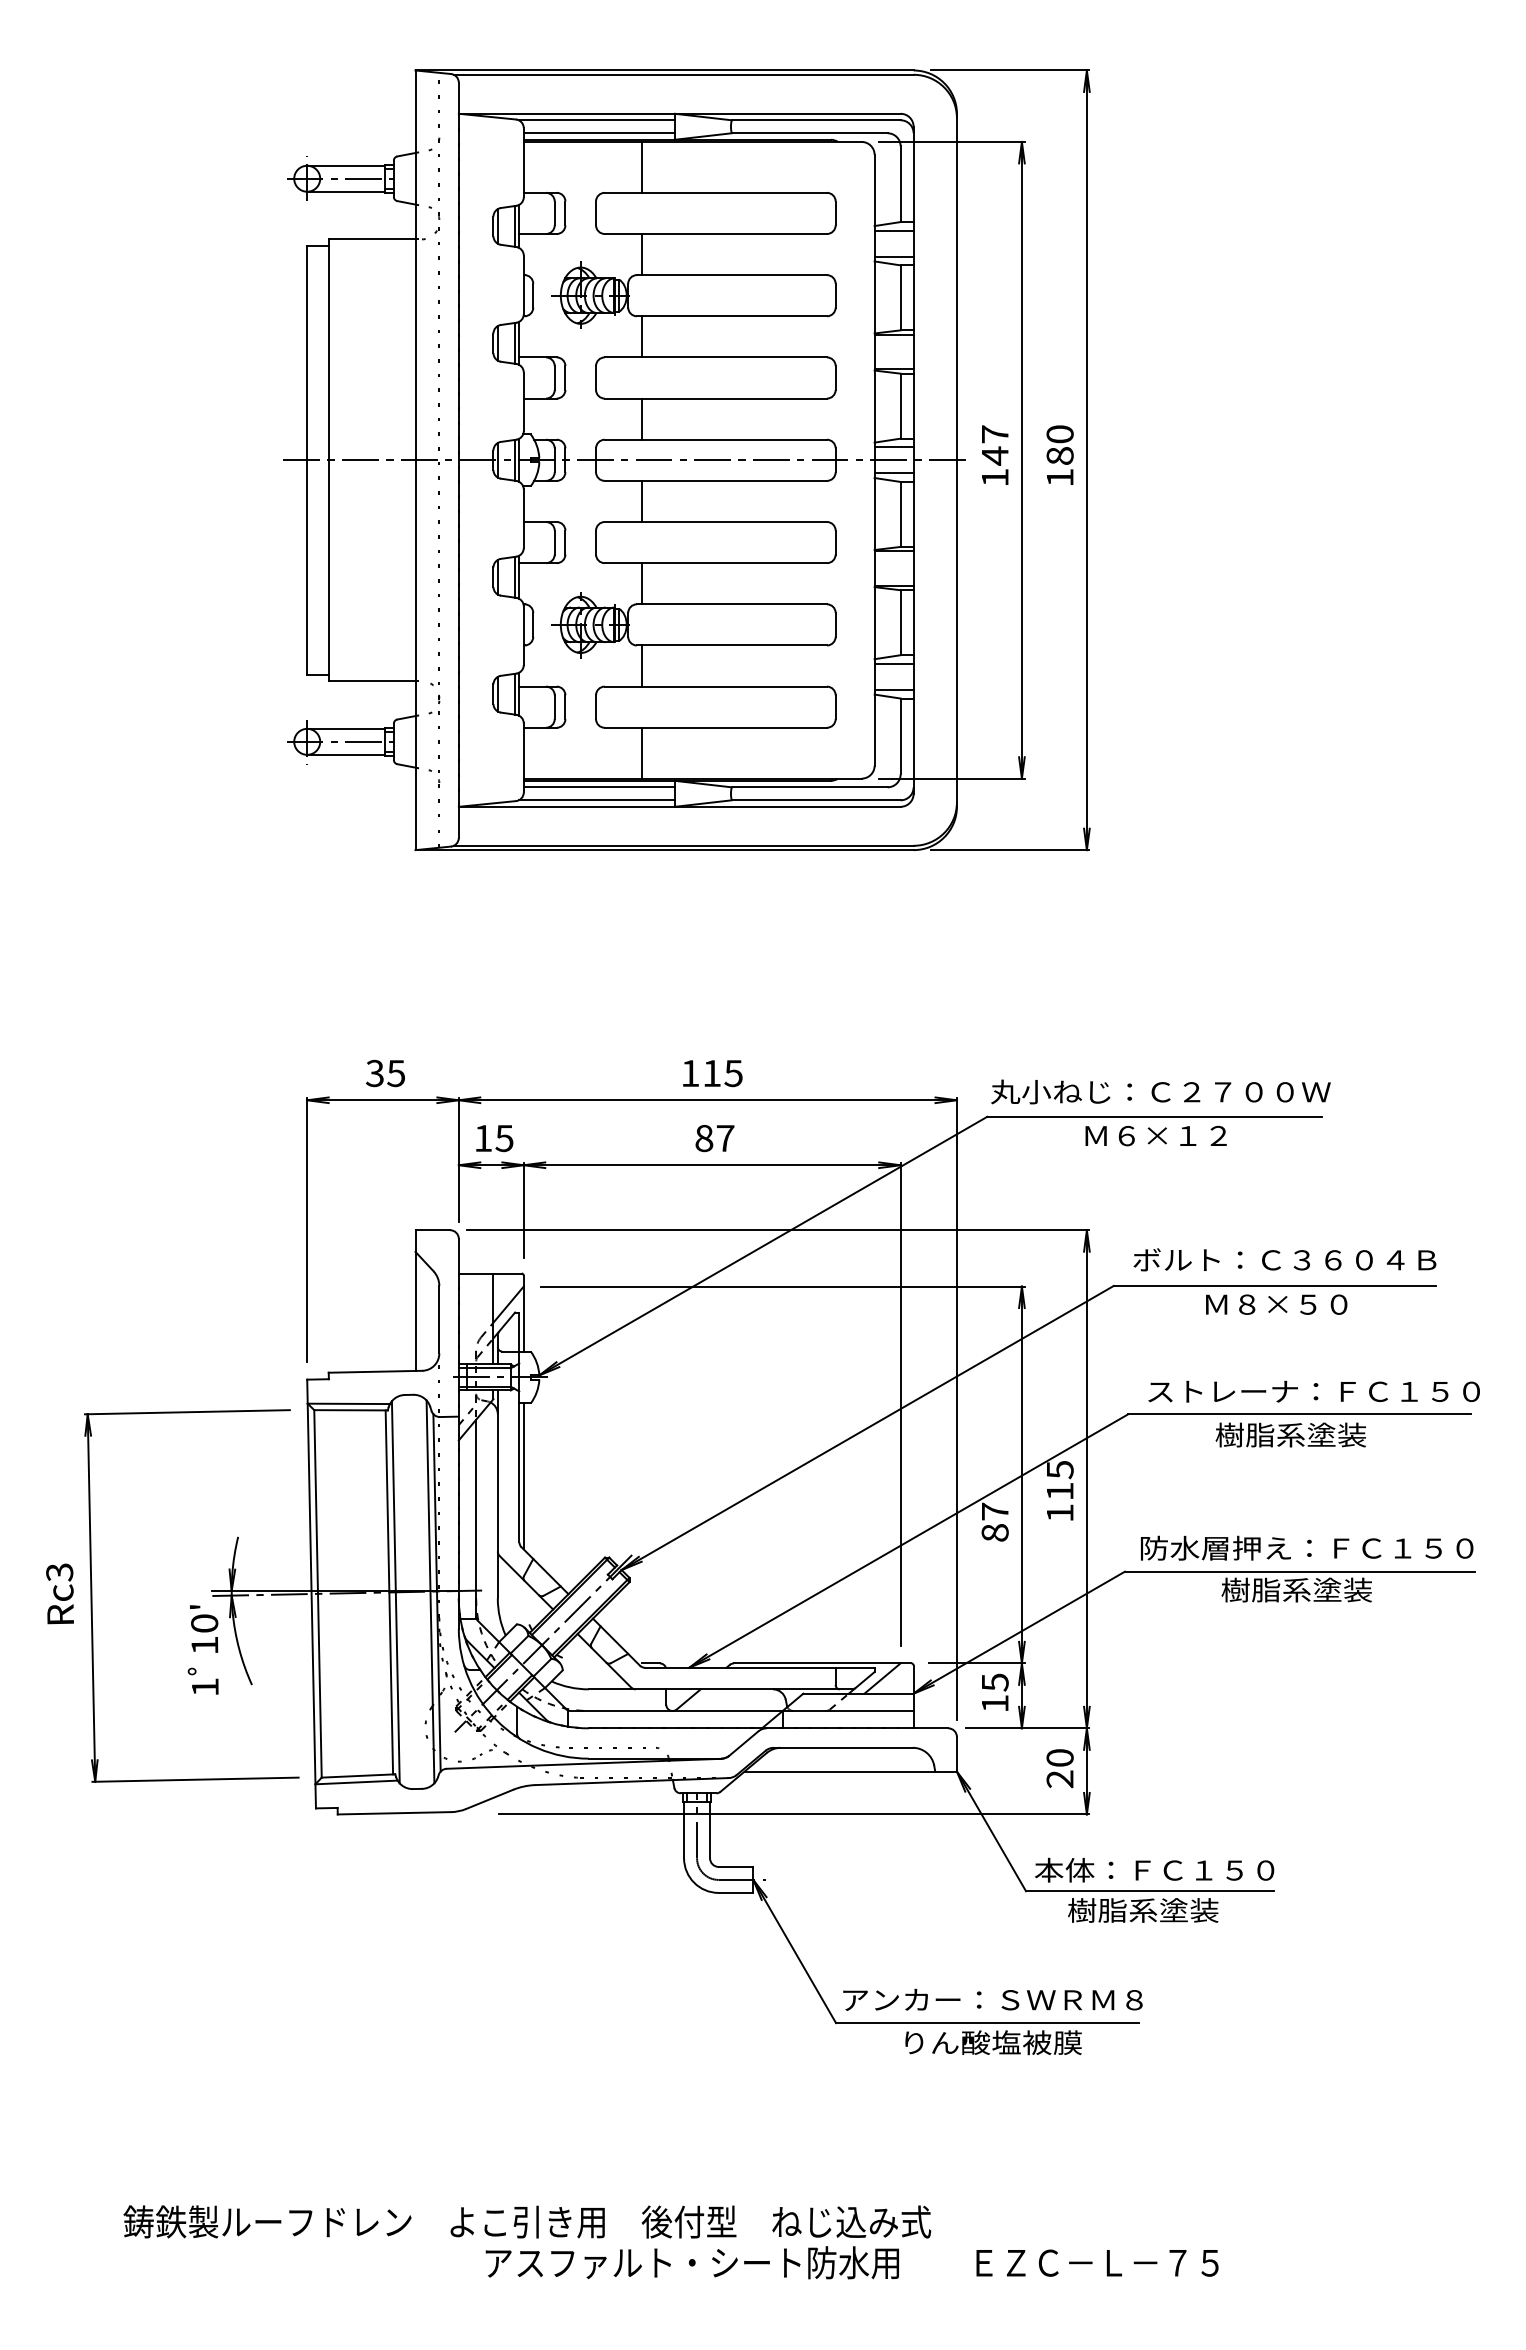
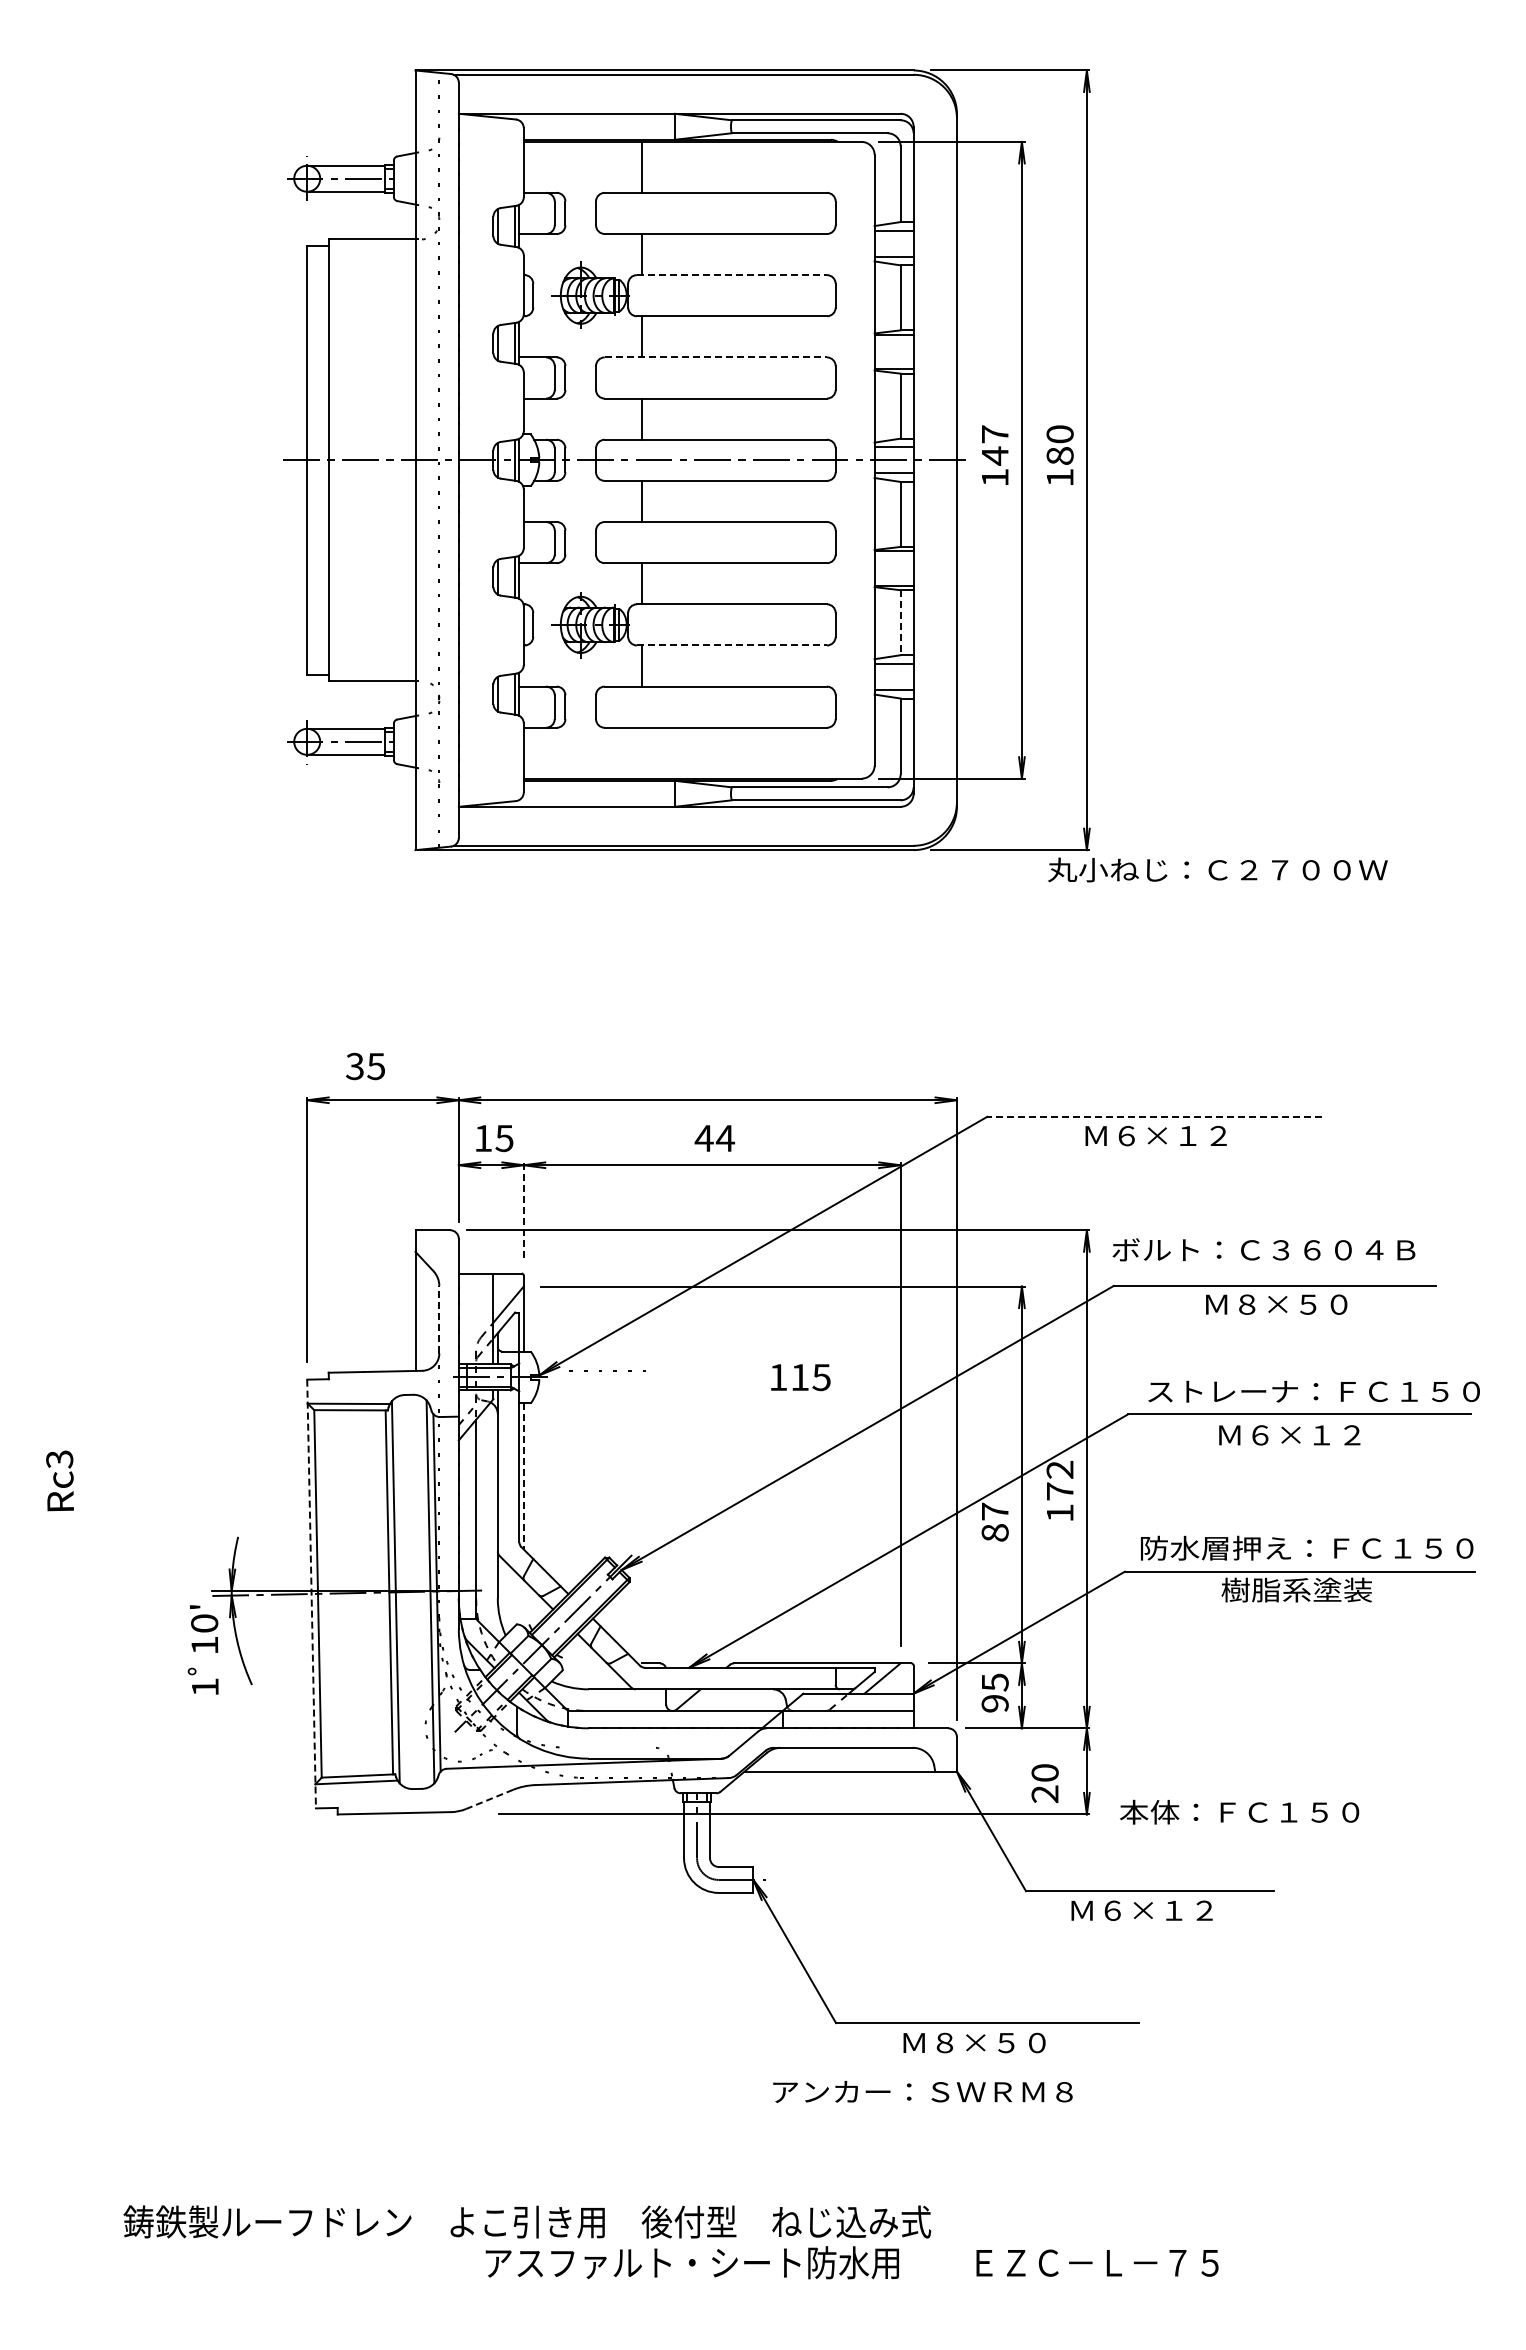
line at (596, 120): present -> none
line at (598, 133): present -> none
line at (732, 275): solid -> dashed
line at (716, 357): solid -> dashed
line at (900, 623): solid -> dashed
line at (732, 645): solid -> dashed
line at (642, 752): present -> none
line at (598, 787): present -> none
line at (596, 800): present -> none
text at (385, 1073) position: (385, 1073) -> (365, 1066)
text at (712, 1073) position: (712, 1073) -> (800, 1377)
text at (1160, 1091) position: (1160, 1091) -> (1217, 869)
line at (1154, 1116): solid -> dashed
text at (714, 1138): 87 -> 44
line at (523, 1210): solid -> dashed
text at (1284, 1259) position: (1284, 1259) -> (1263, 1249)
line at (439, 1319): solid -> dashed
text at (1290, 1434): 樹脂系塗装 -> Ｍ６×１２
line at (523, 1476): solid -> dashed
text at (1059, 1480): 115 -> 172
text at (59, 1593) position: (59, 1593) -> (59, 1480)
line at (311, 1594): solid -> dashed
part at (92, 1595): present -> none
text at (994, 1703): 15 -> 95
line at (601, 1747) position: (601, 1747) -> (601, 1370)
text at (1059, 1768) position: (1059, 1768) -> (1044, 1783)
line at (489, 1799): solid -> dashed
text at (1154, 1869) position: (1154, 1869) -> (1239, 1811)
text at (1143, 1910): 樹脂系塗装 -> Ｍ６×１２
text at (992, 1999) position: (992, 1999) -> (922, 2091)
text at (992, 2042): りん酸塩被膜 -> Ｍ８×５０
